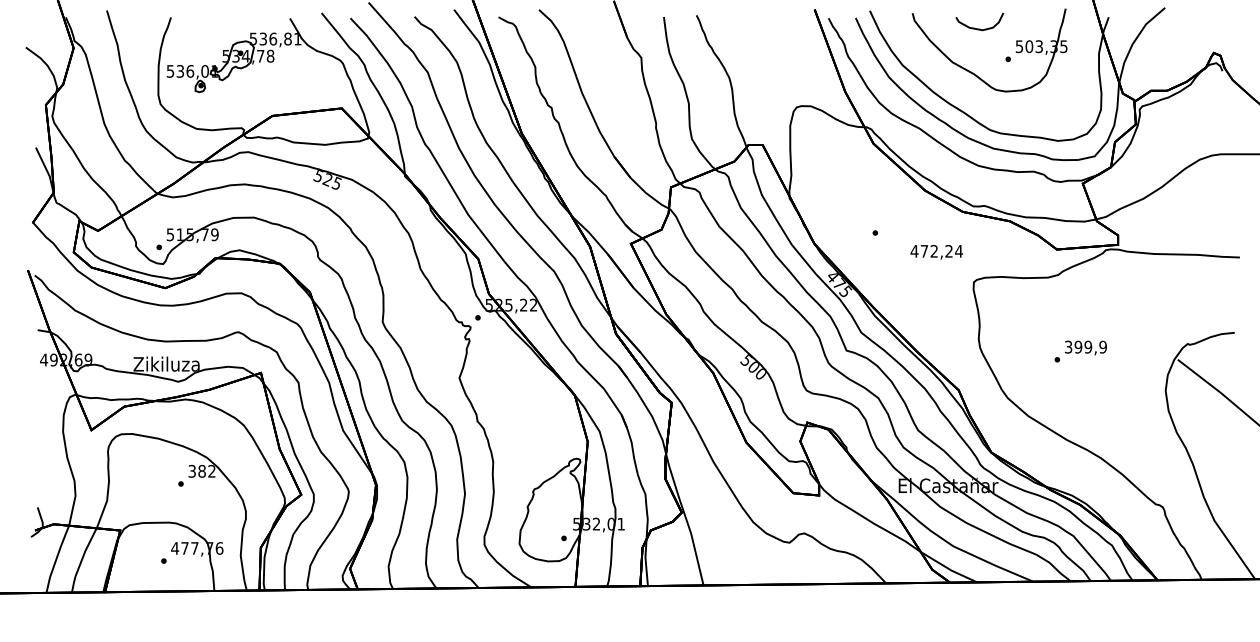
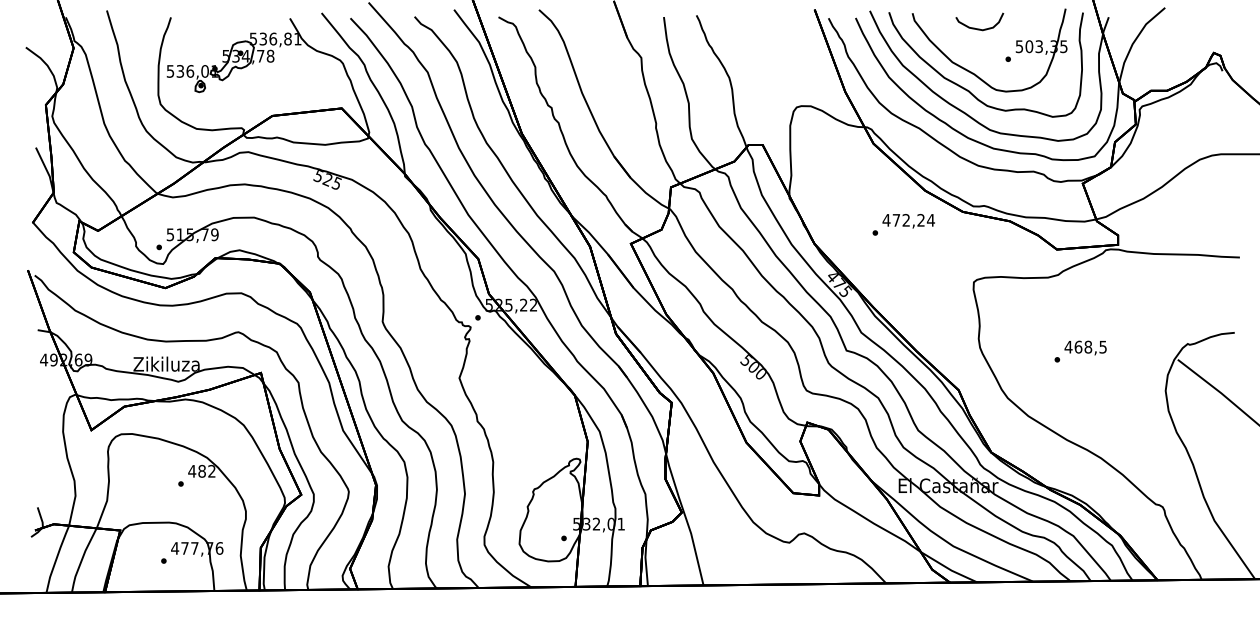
curve at (969, 90): none -> present
text at (936, 252) position: (936, 252) -> (908, 221)
text at (1085, 346): 399,9 -> 468,5
text at (192, 470): 382 -> 482
